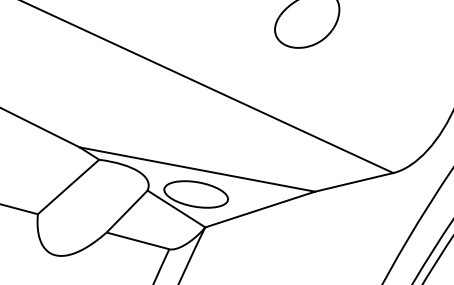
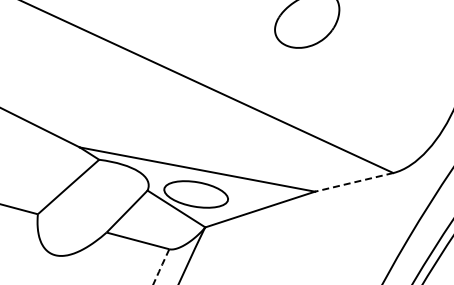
line at (353, 182): solid -> dashed
arc at (160, 267): solid -> dashed
